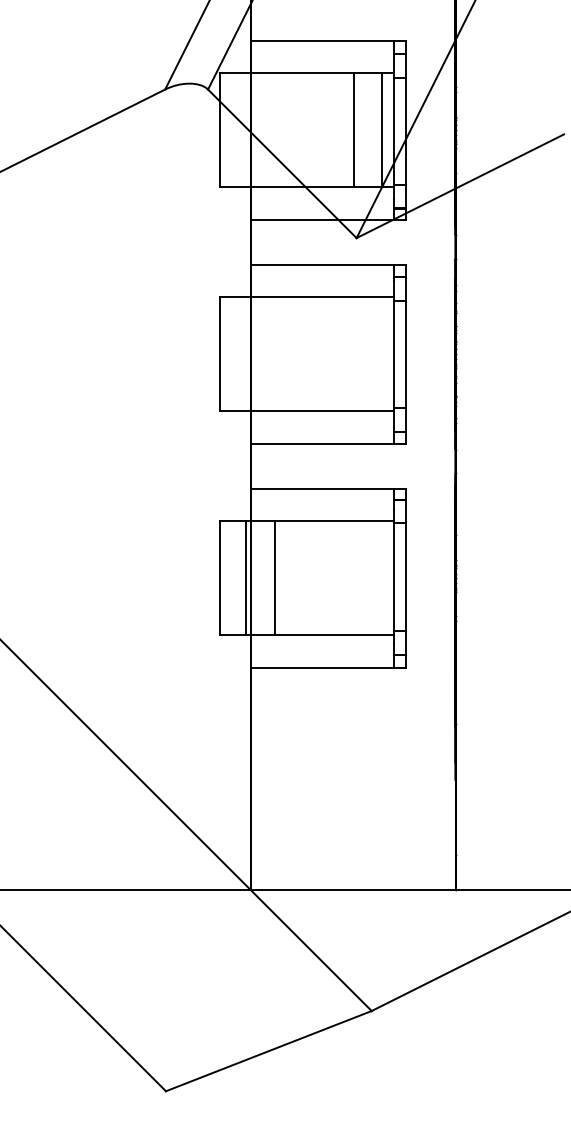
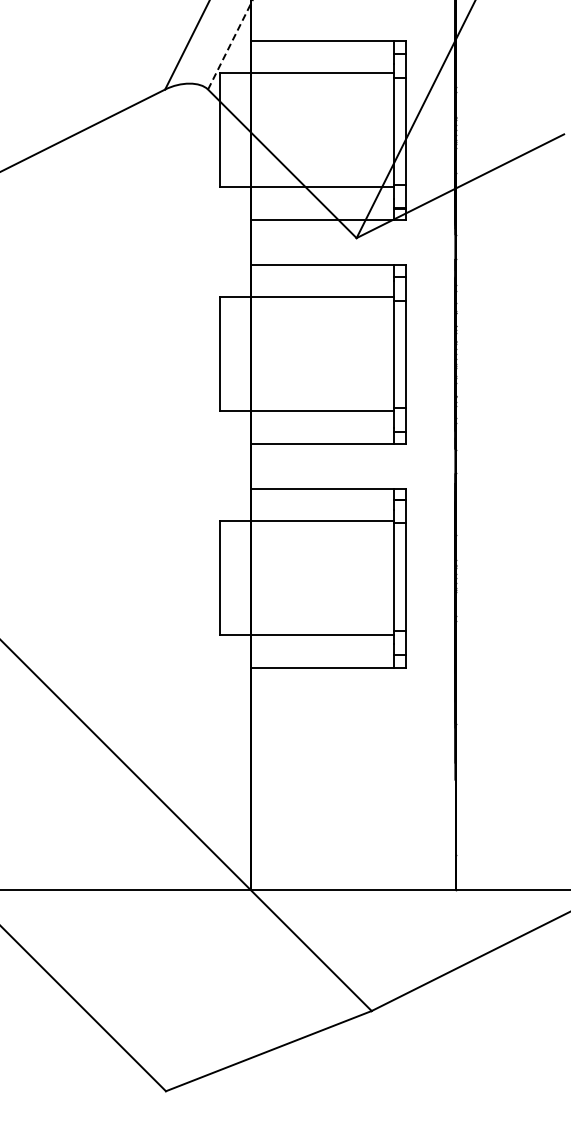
line at (230, 44): solid -> dashed
line at (353, 130): present -> none
line at (382, 130): present -> none
line at (246, 578): present -> none
line at (274, 578): present -> none
